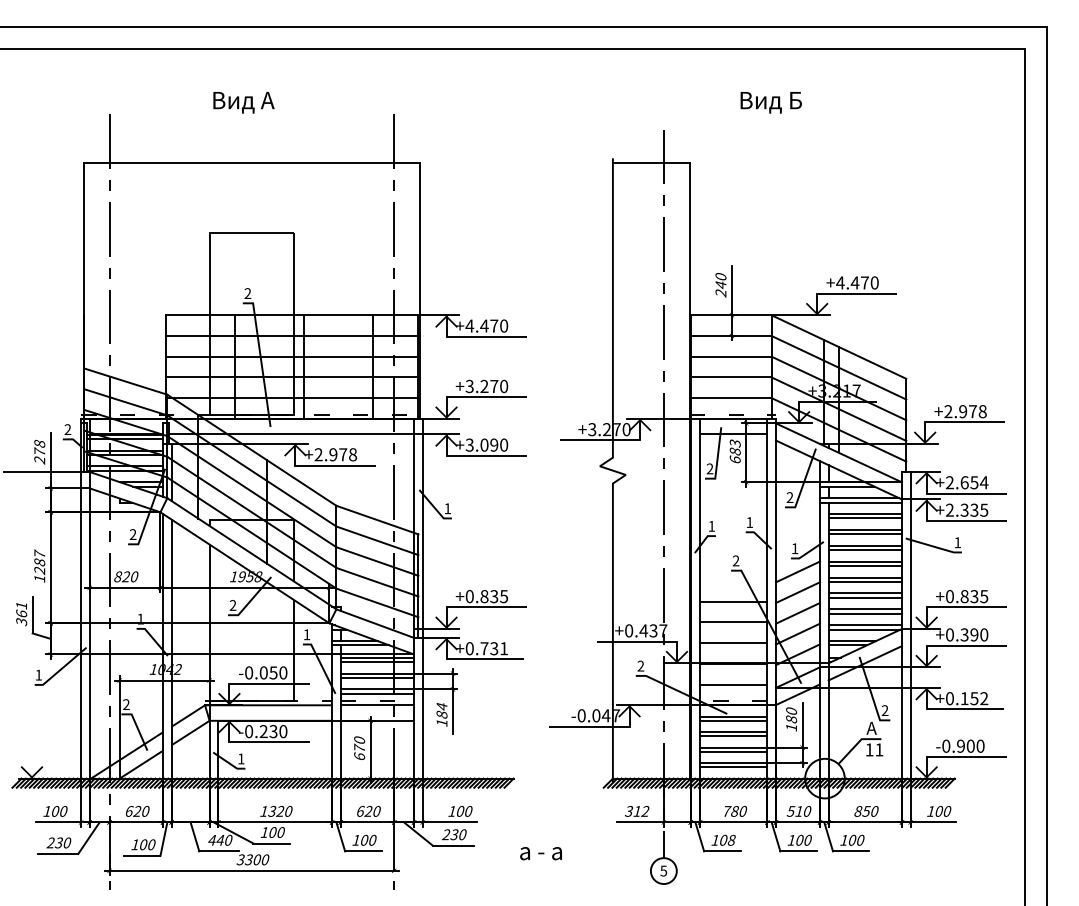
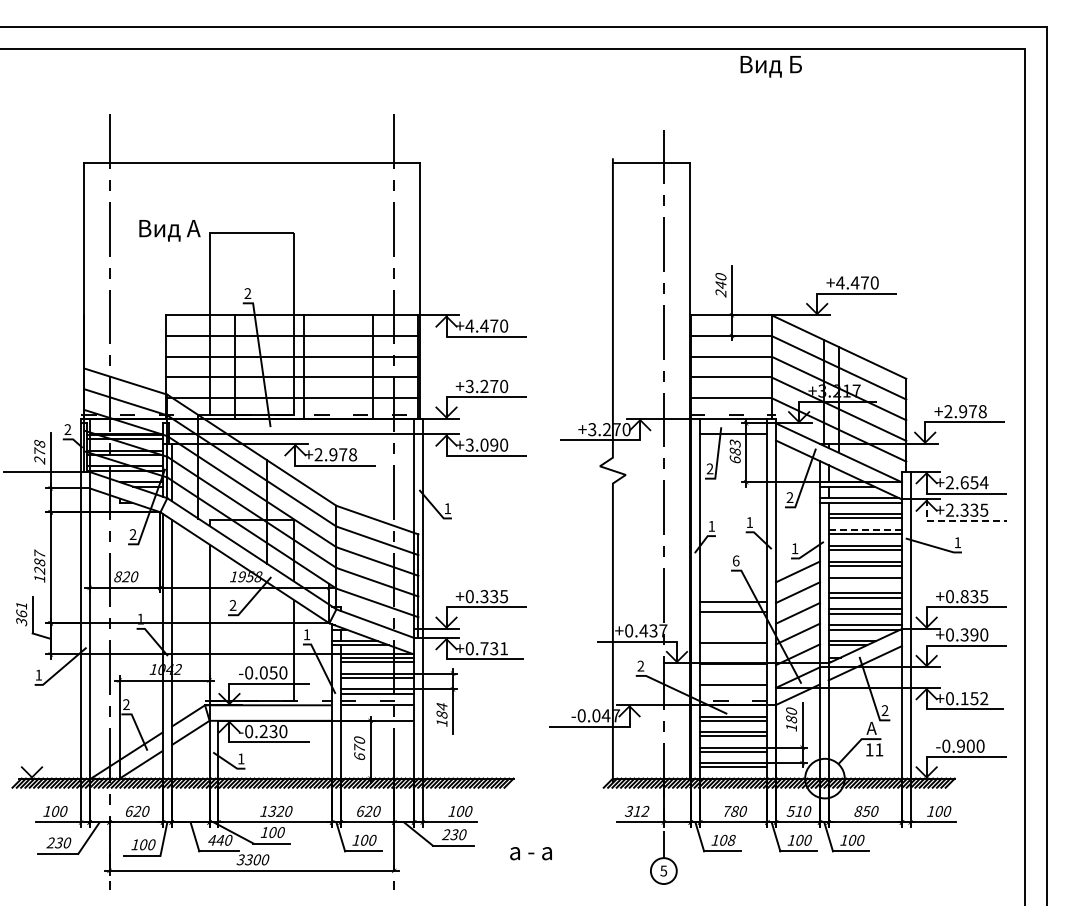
text at (243, 102) position: (243, 102) -> (169, 230)
text at (770, 102) position: (770, 102) -> (770, 66)
line at (955, 521): solid -> dashed
line at (865, 529): solid -> dashed
text at (735, 560): 2 -> 6
line at (864, 581): present -> none
text at (484, 596): +0.835 -> +0.335
line at (733, 622) position: (733, 622) -> (733, 612)
text at (540, 853) position: (540, 853) -> (530, 853)
